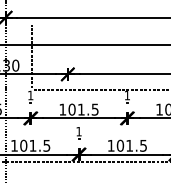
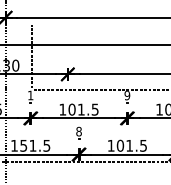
text at (127, 95): 1 -> 9
text at (78, 131): 1 -> 8
text at (23, 145): 101.5 -> 151.5
